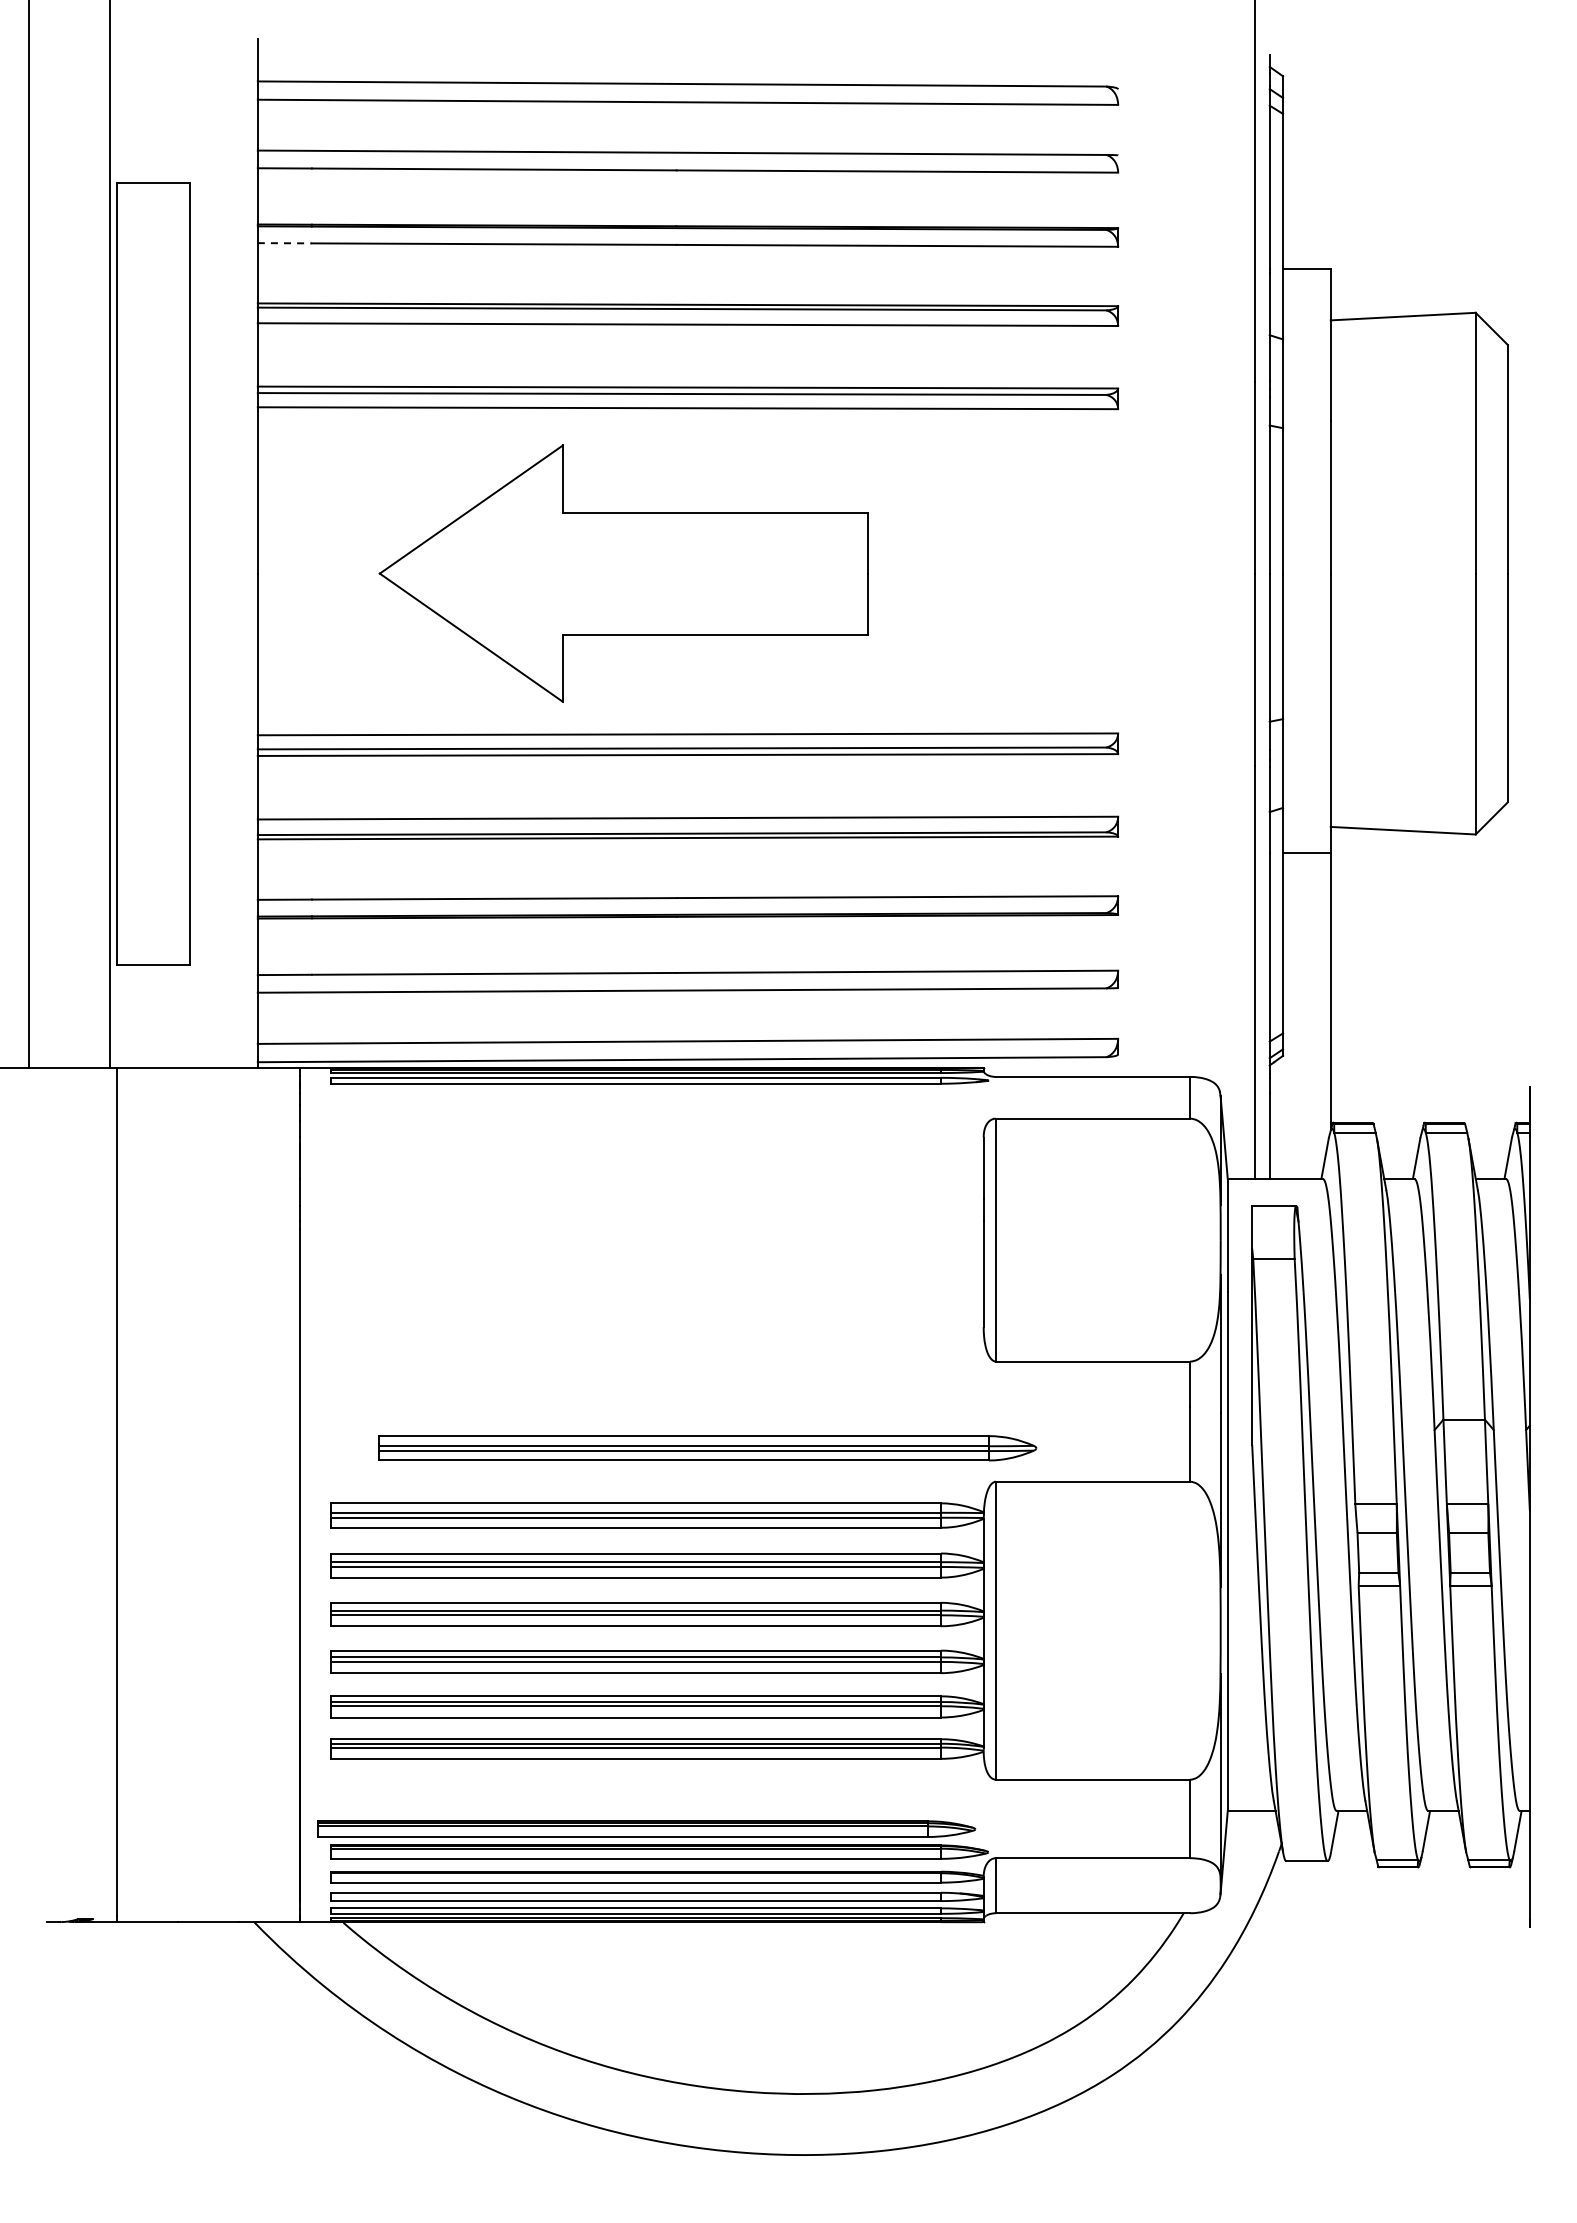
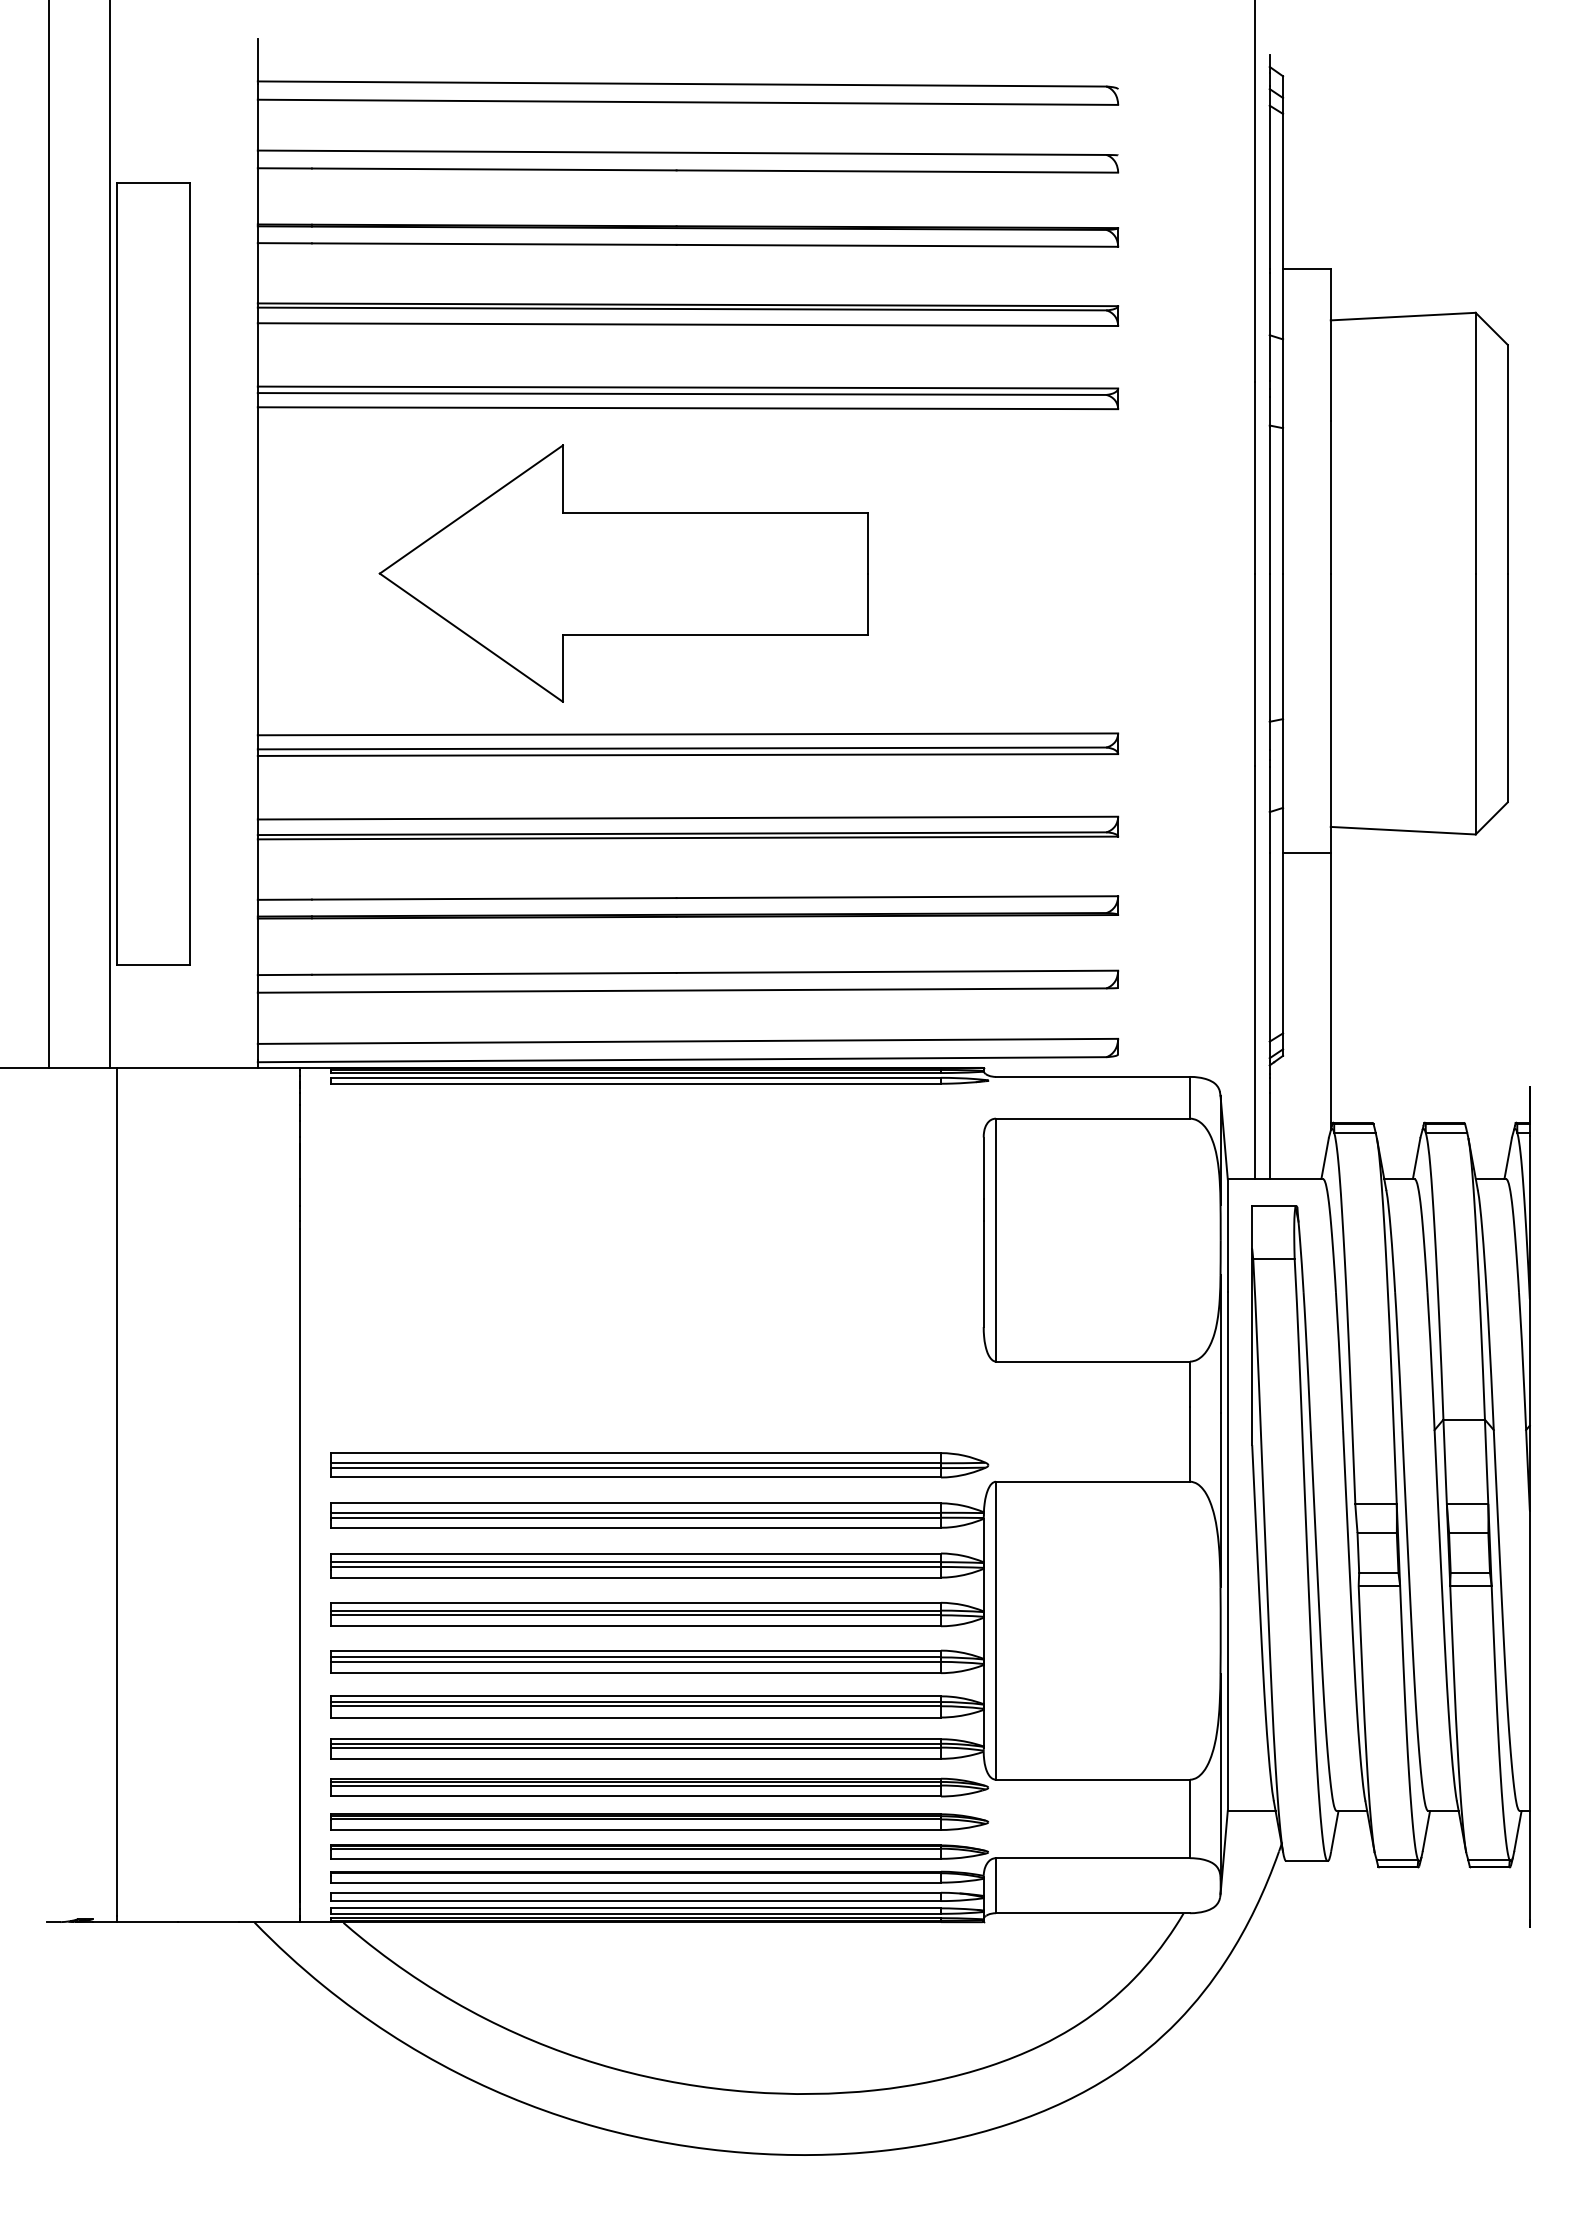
line at (285, 243): dashed -> solid
line at (29, 535) position: (29, 535) -> (49, 535)
part at (707, 1448) position: (707, 1448) -> (659, 1465)
part at (659, 1787): none -> present
part at (646, 1828) position: (646, 1828) -> (659, 1821)
